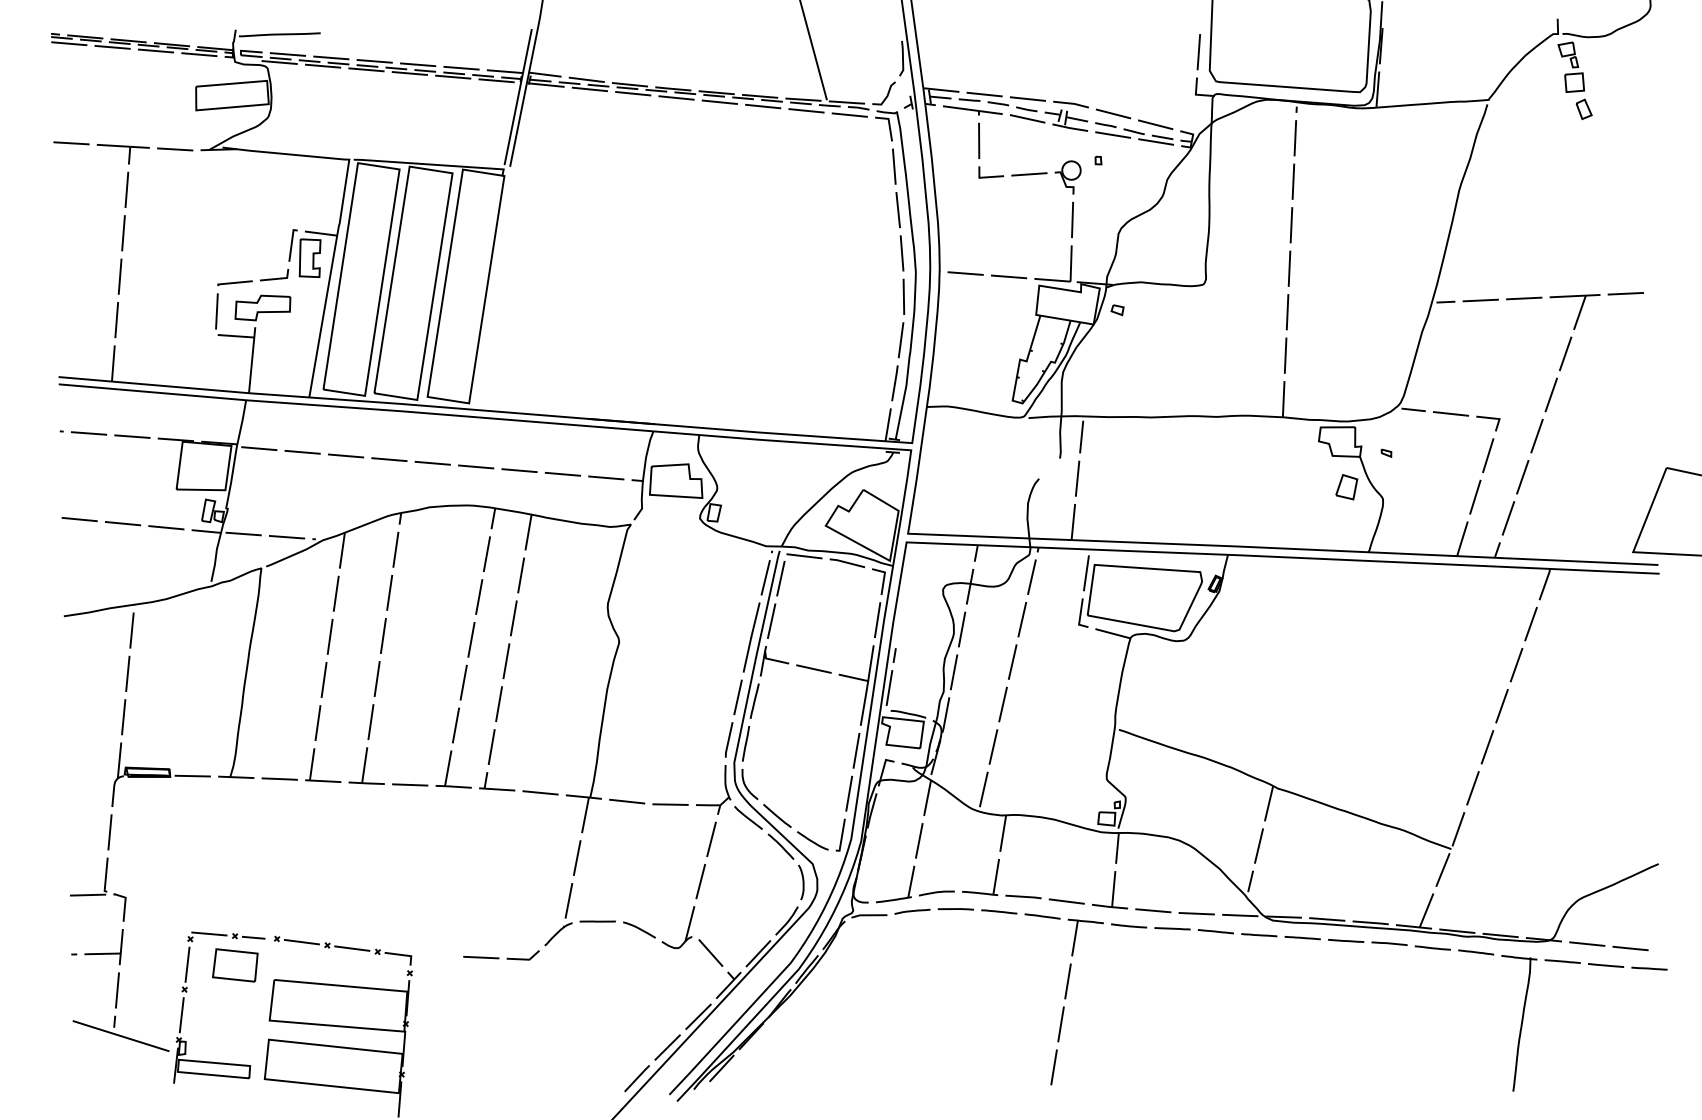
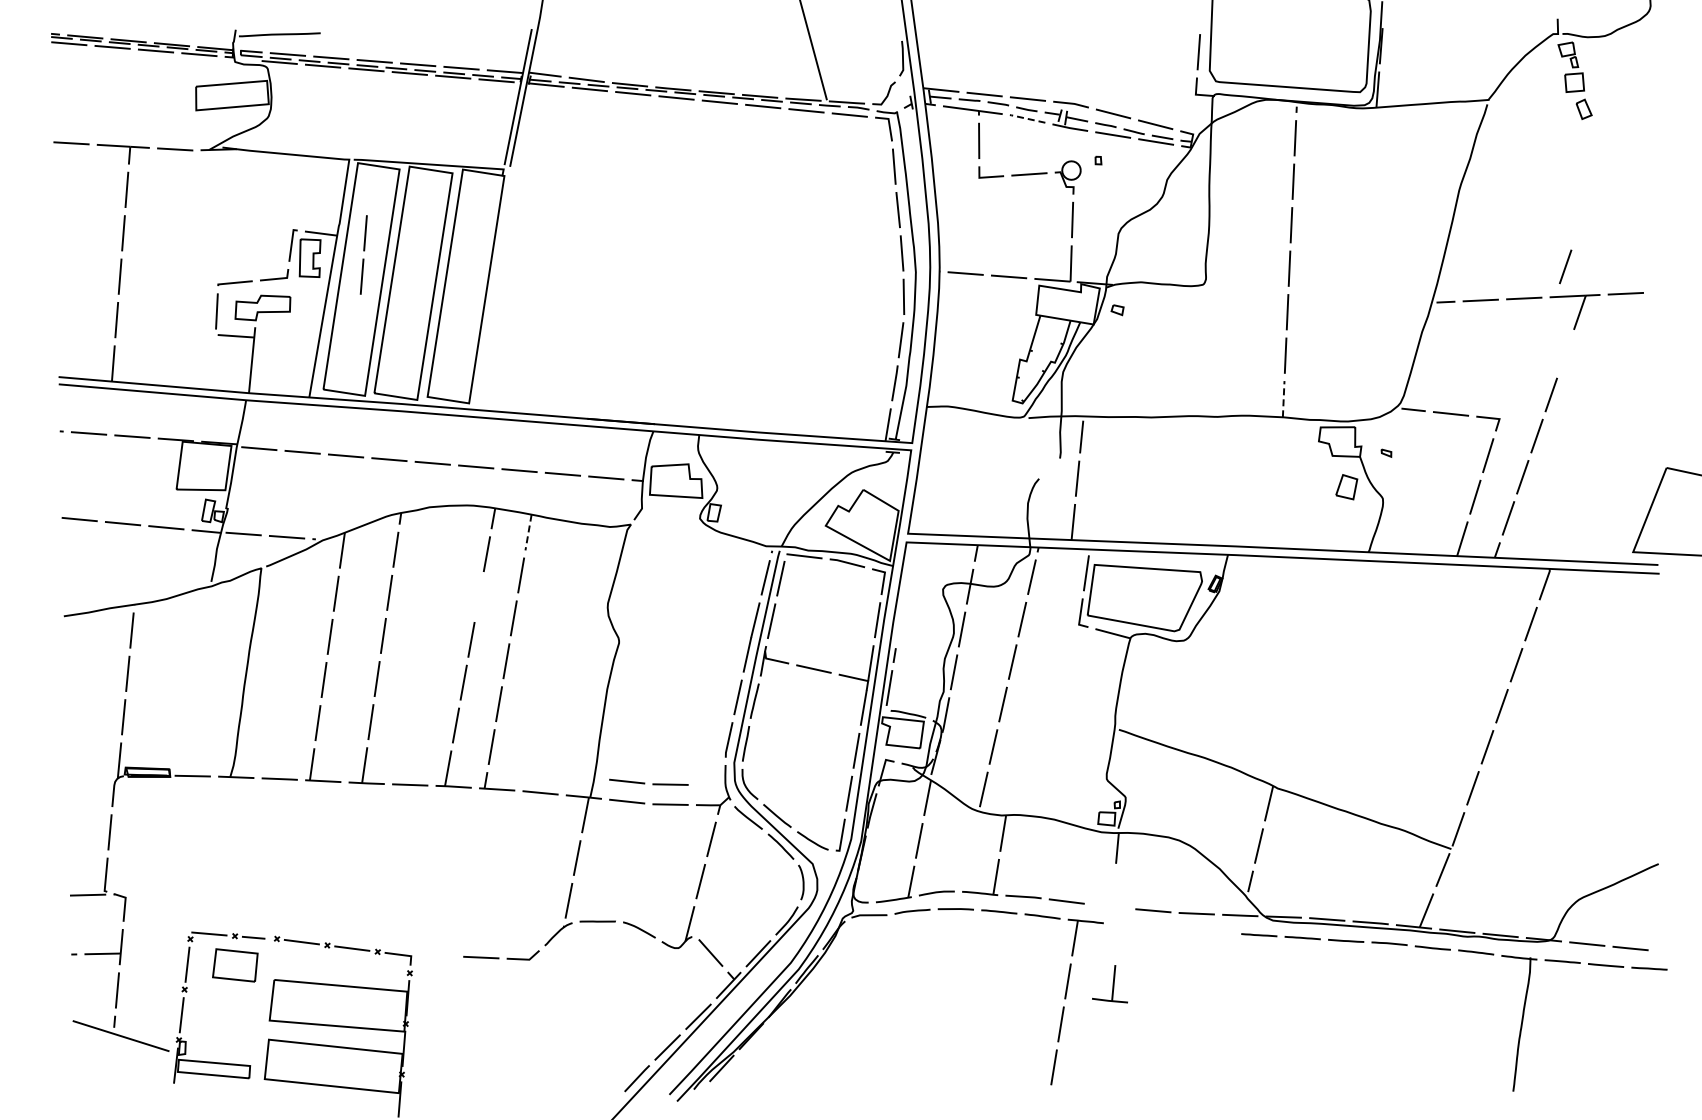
line at (1026, 118): solid -> dashed
line at (363, 251): none -> present
line at (1565, 353) position: (1565, 353) -> (1565, 266)
line at (1283, 398): solid -> dashed
line at (528, 533): solid -> dashed
line at (479, 596): present -> none
part at (648, 781): none -> present
part at (1109, 890) position: (1109, 890) -> (1109, 984)
part at (1172, 928): present -> none
